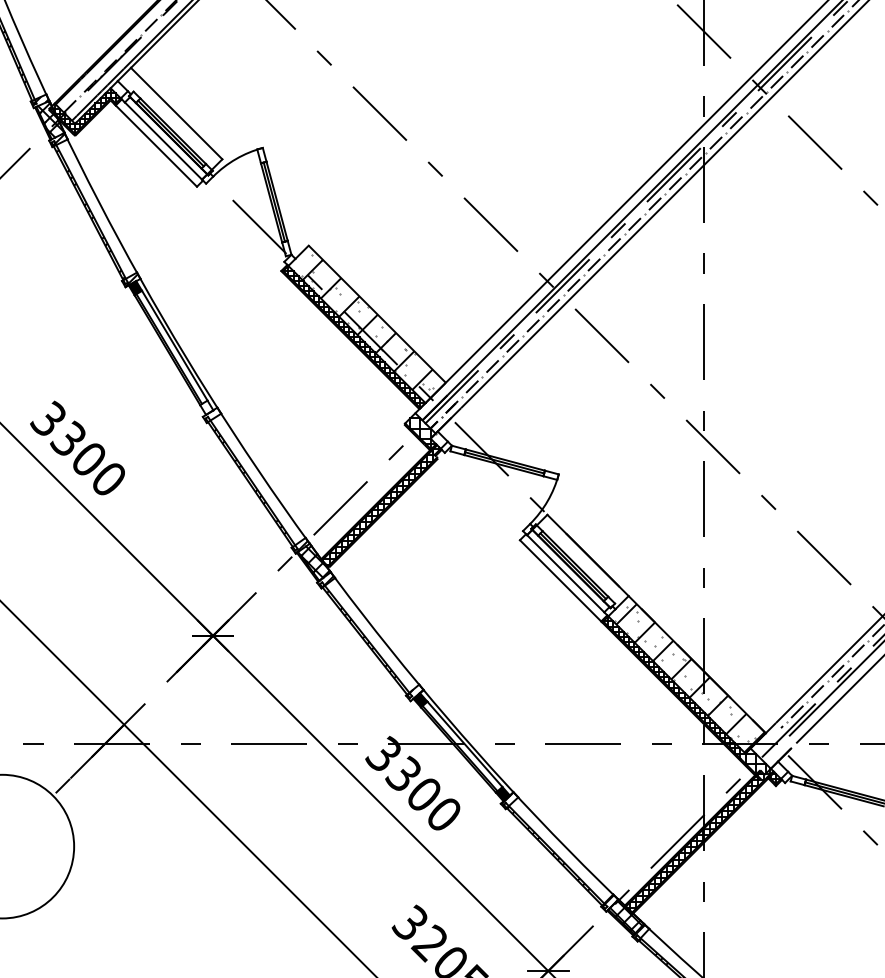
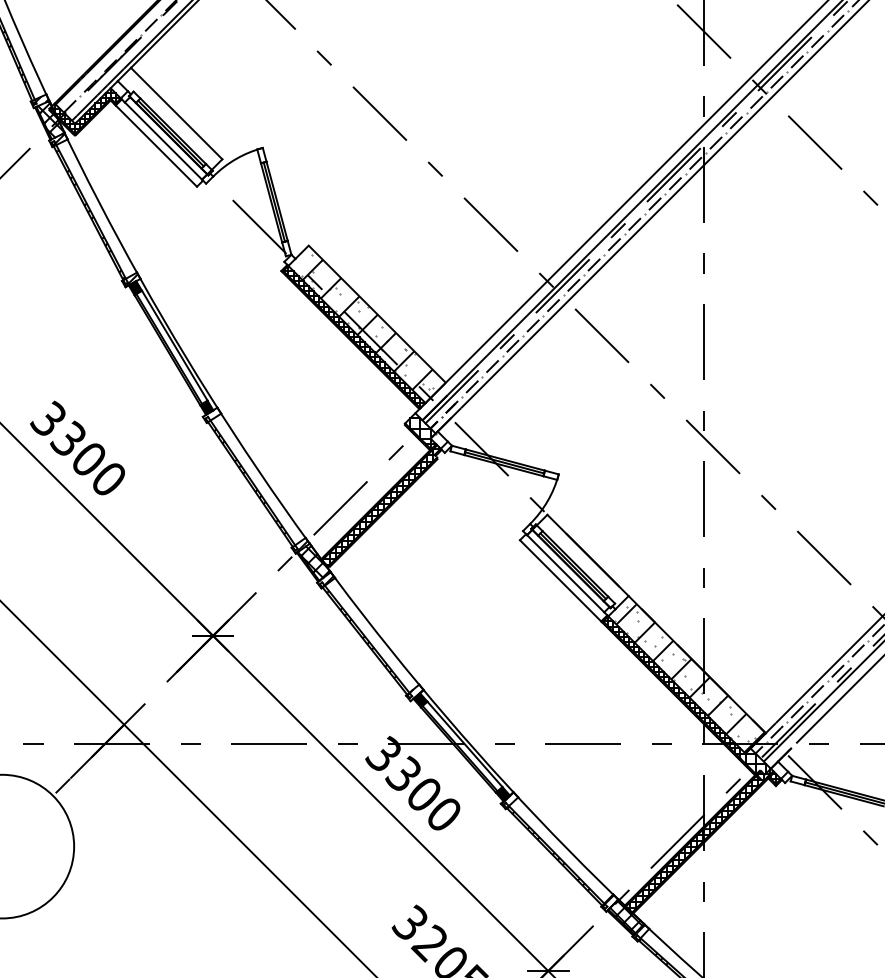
fill at (206, 407): none -> present
hatch at (772, 744): none -> present
